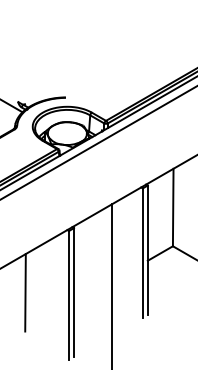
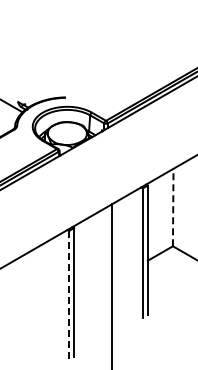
line at (98, 142): present -> none
line at (173, 207): solid -> dashed
line at (25, 292): present -> none
line at (69, 295): solid -> dashed
